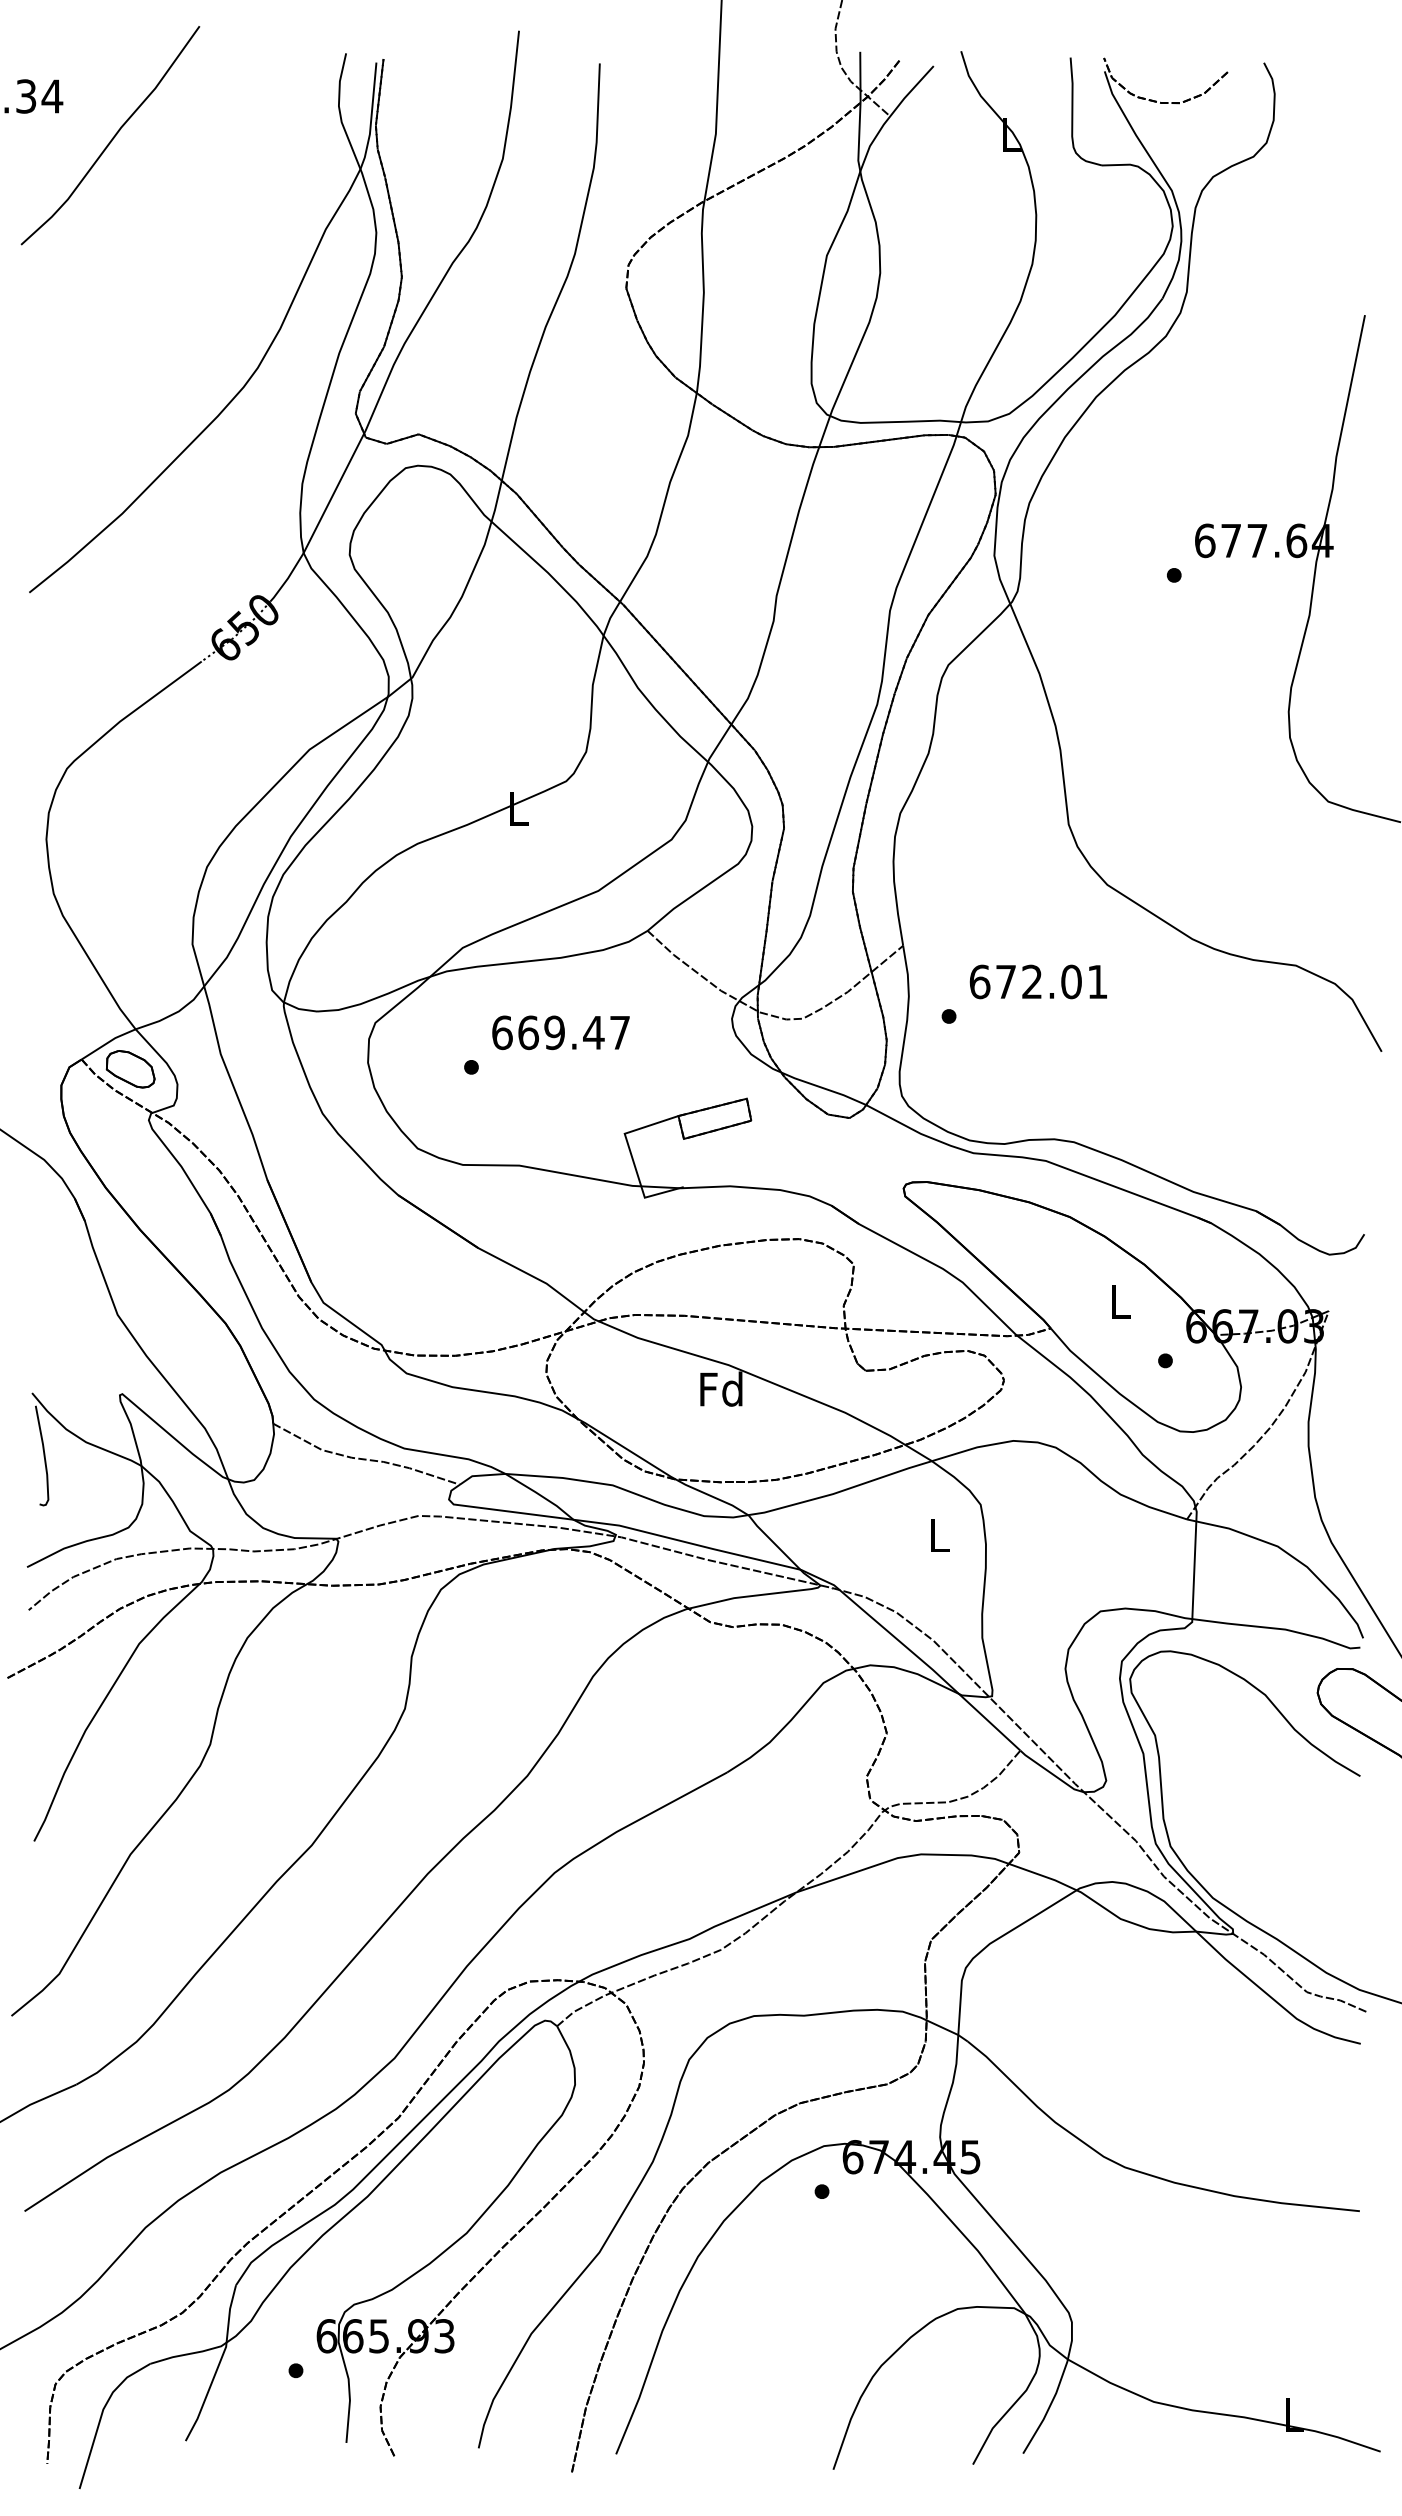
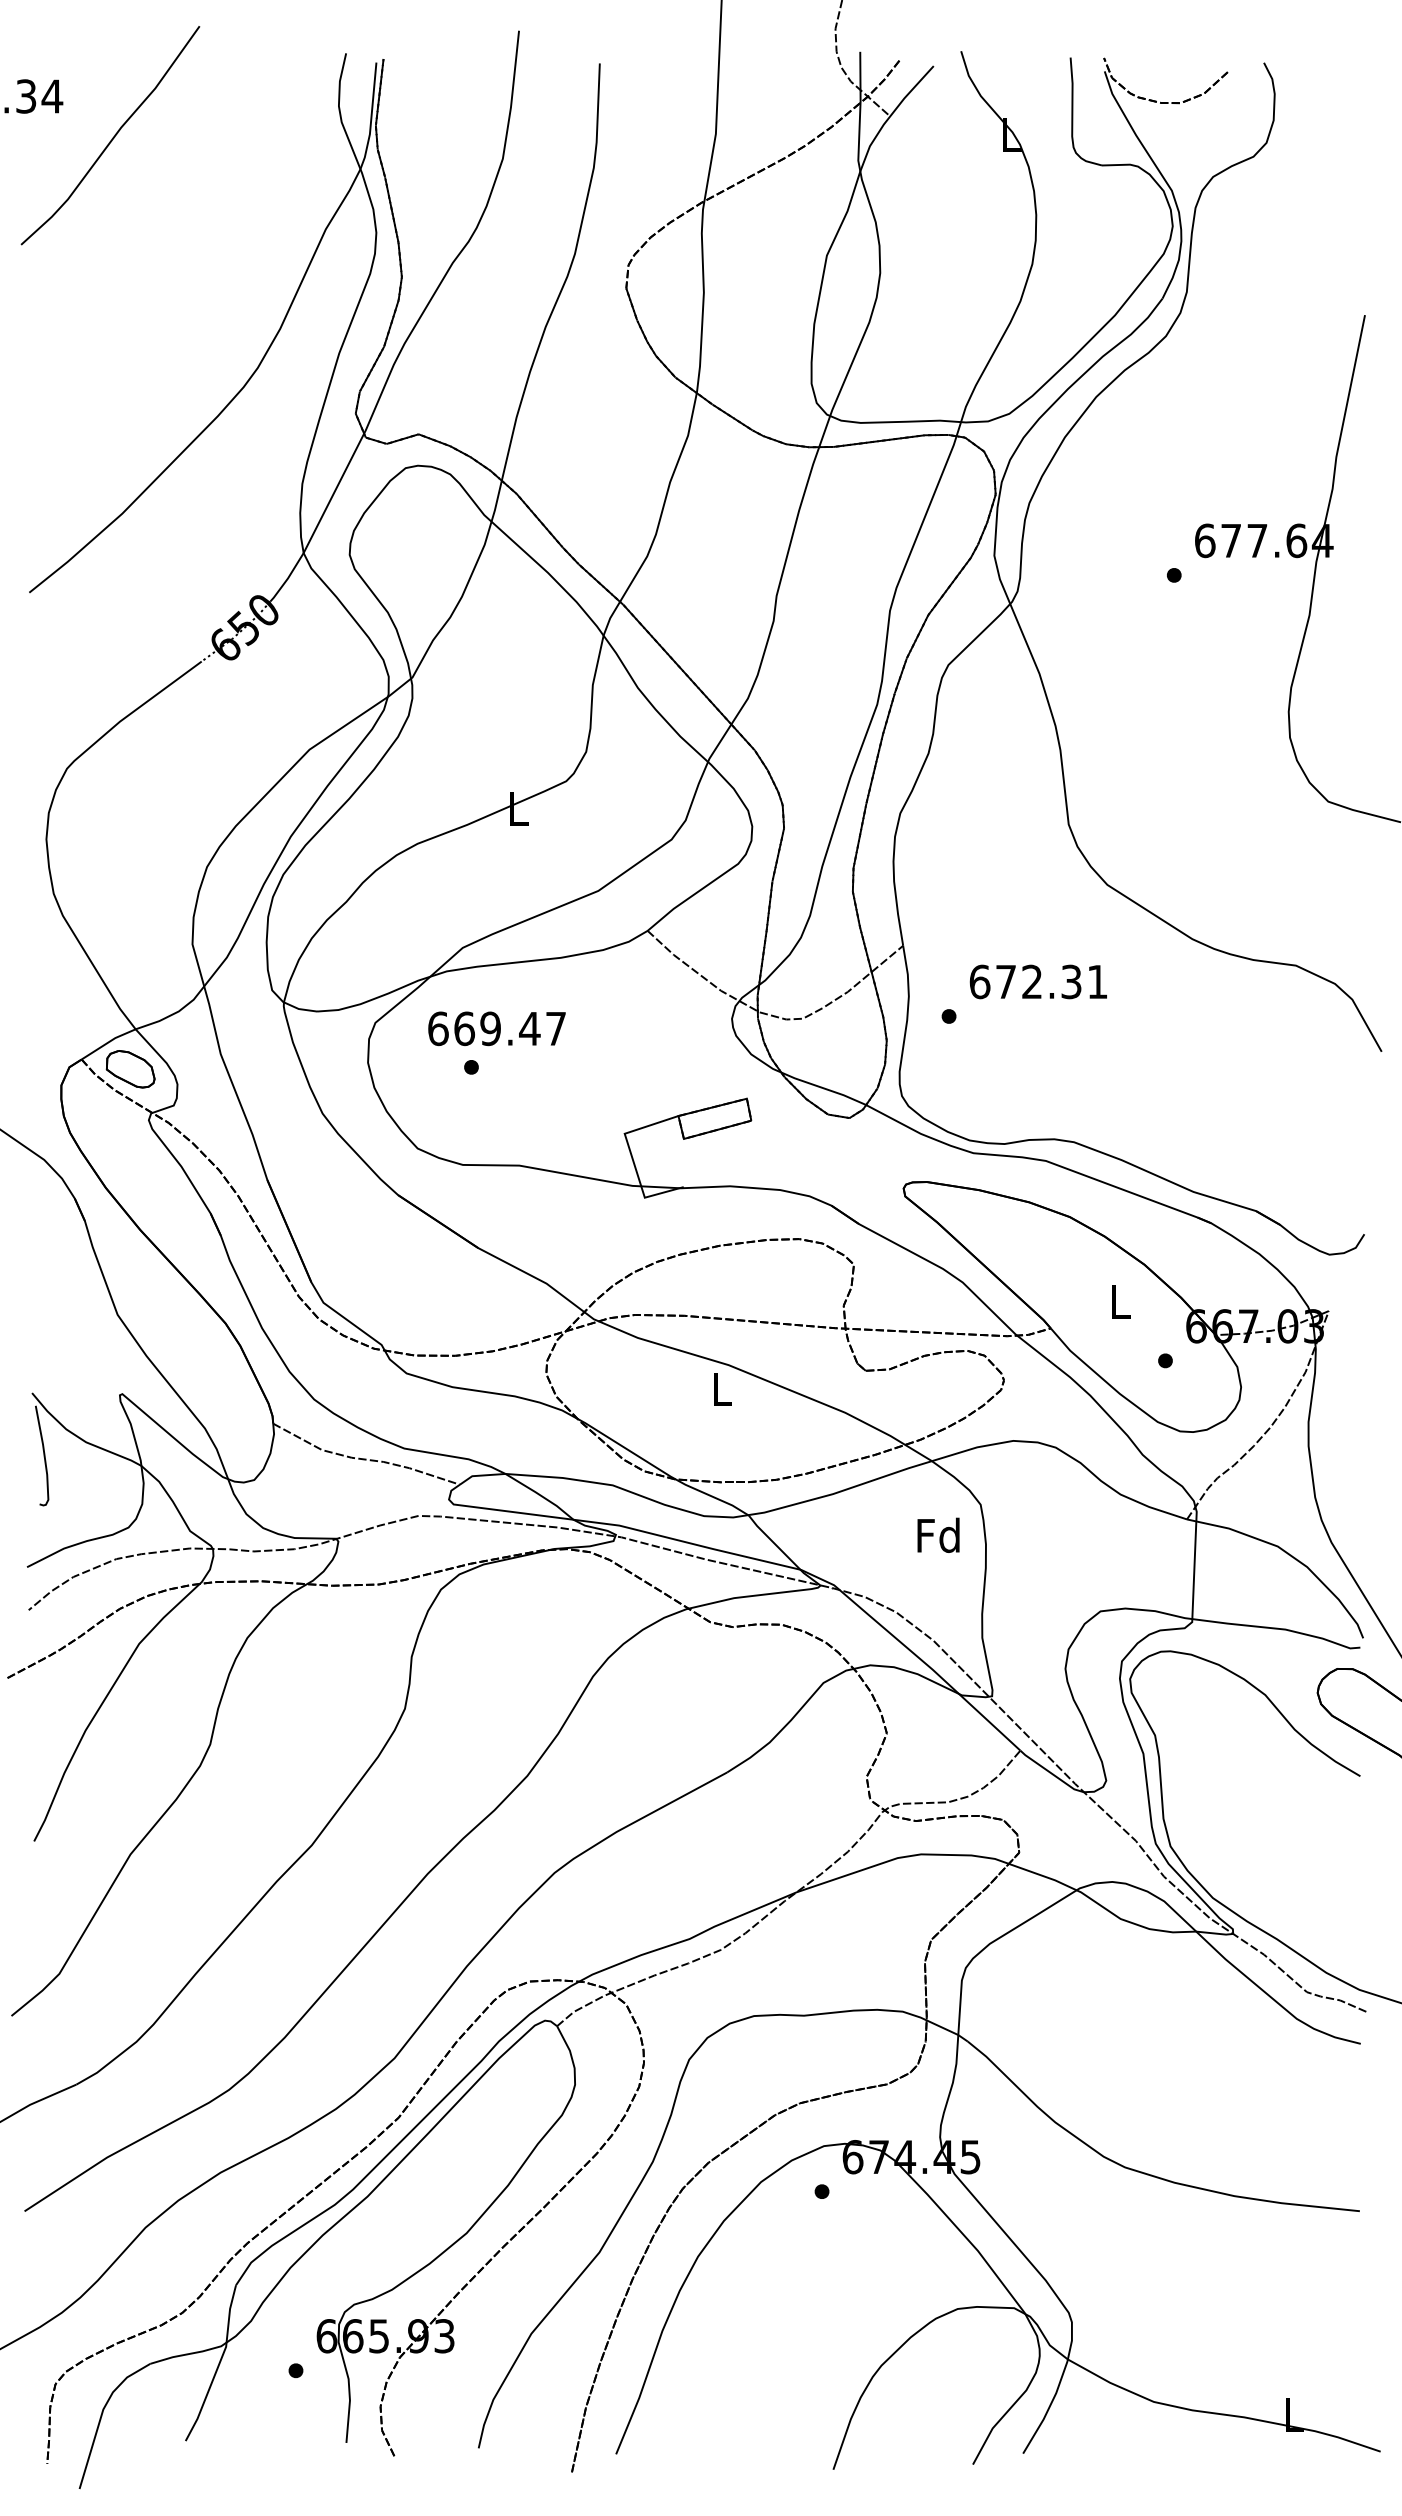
text at (1071, 981): 672.01 -> 672.31
text at (560, 1032) position: (560, 1032) -> (496, 1028)
text at (721, 1388): Fd -> L
text at (938, 1534): L -> Fd
